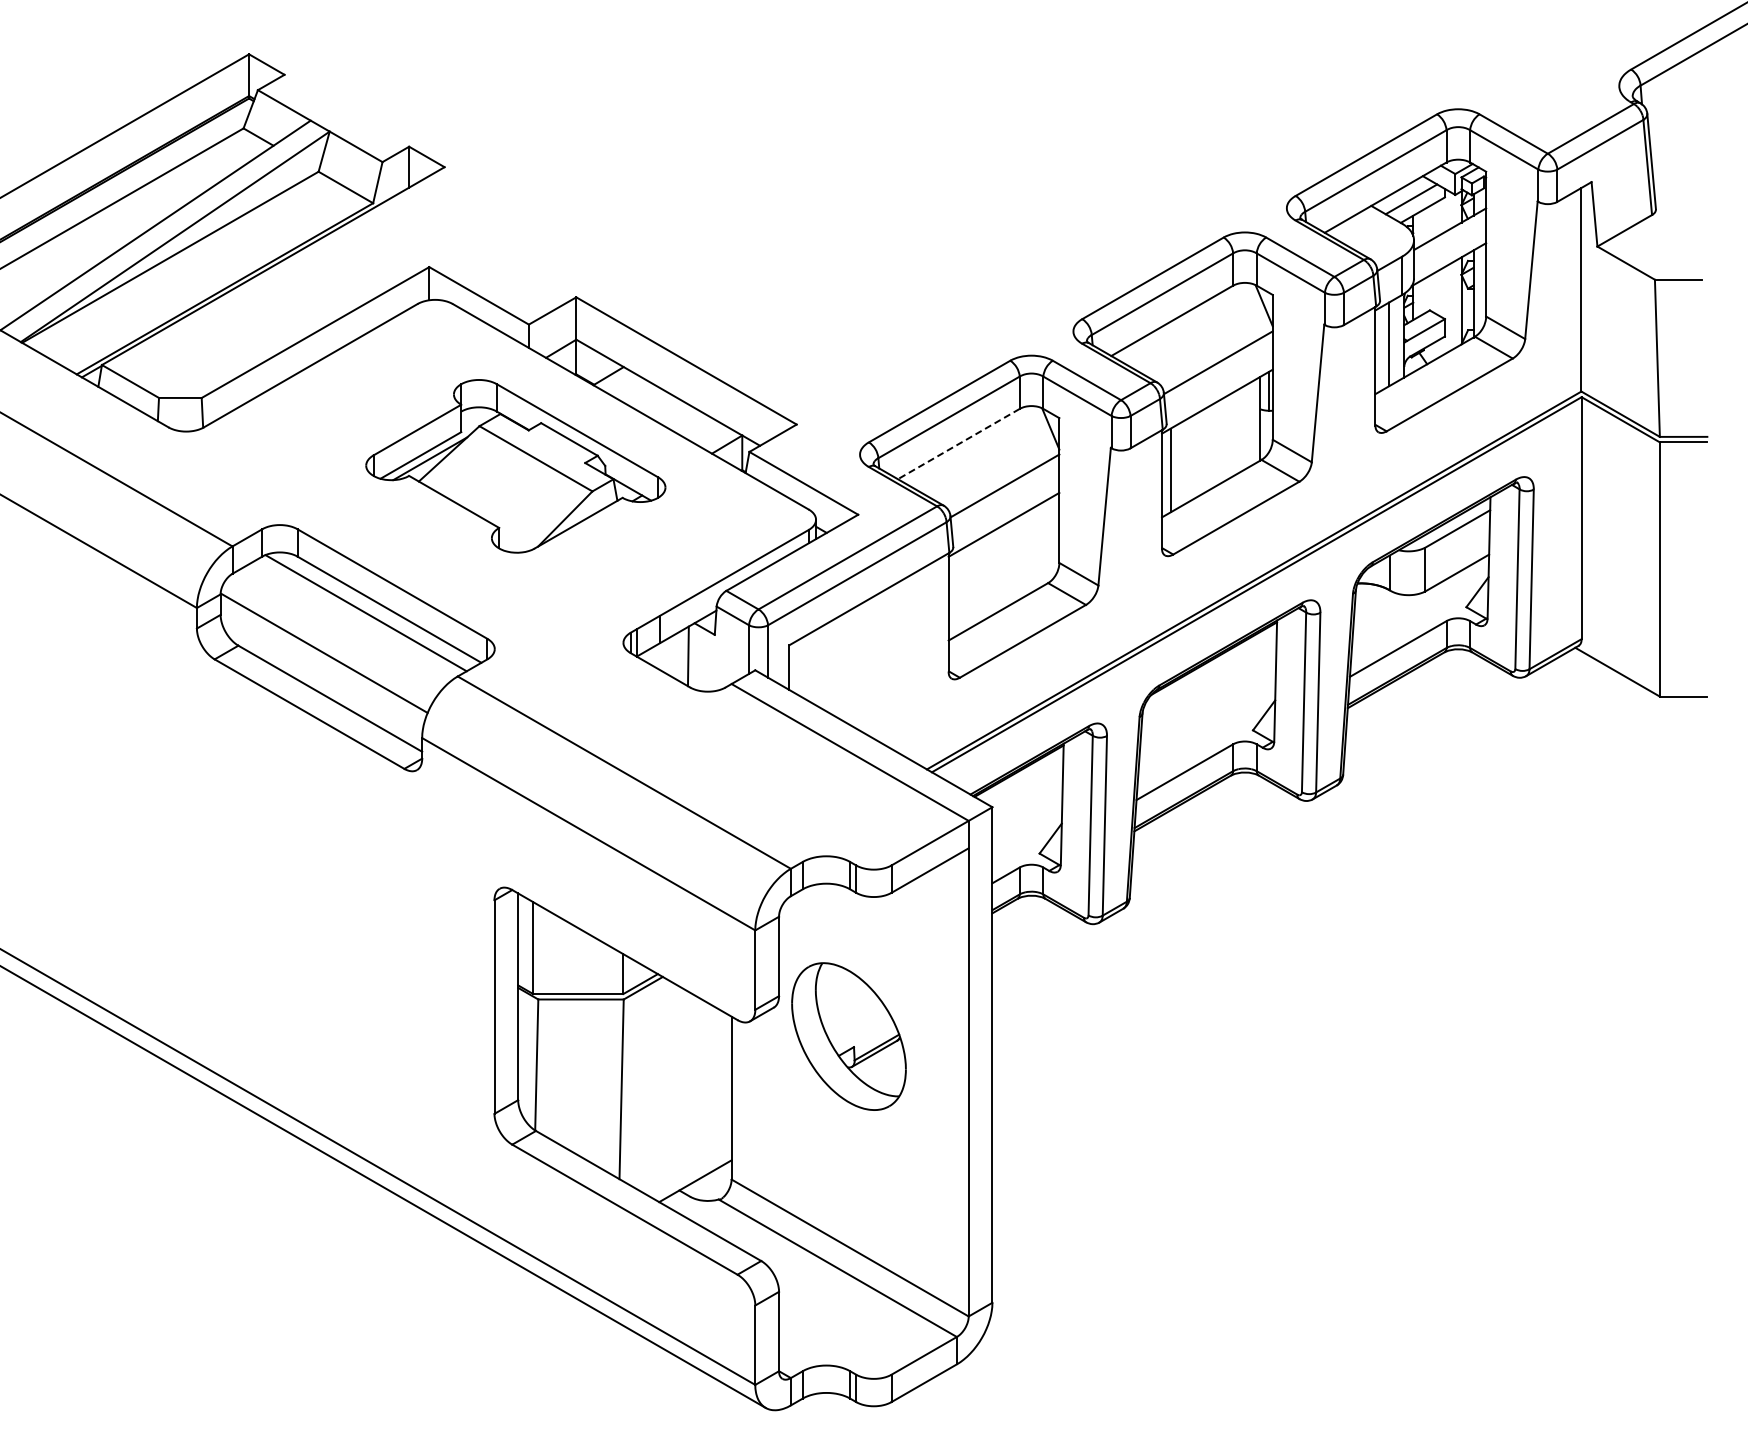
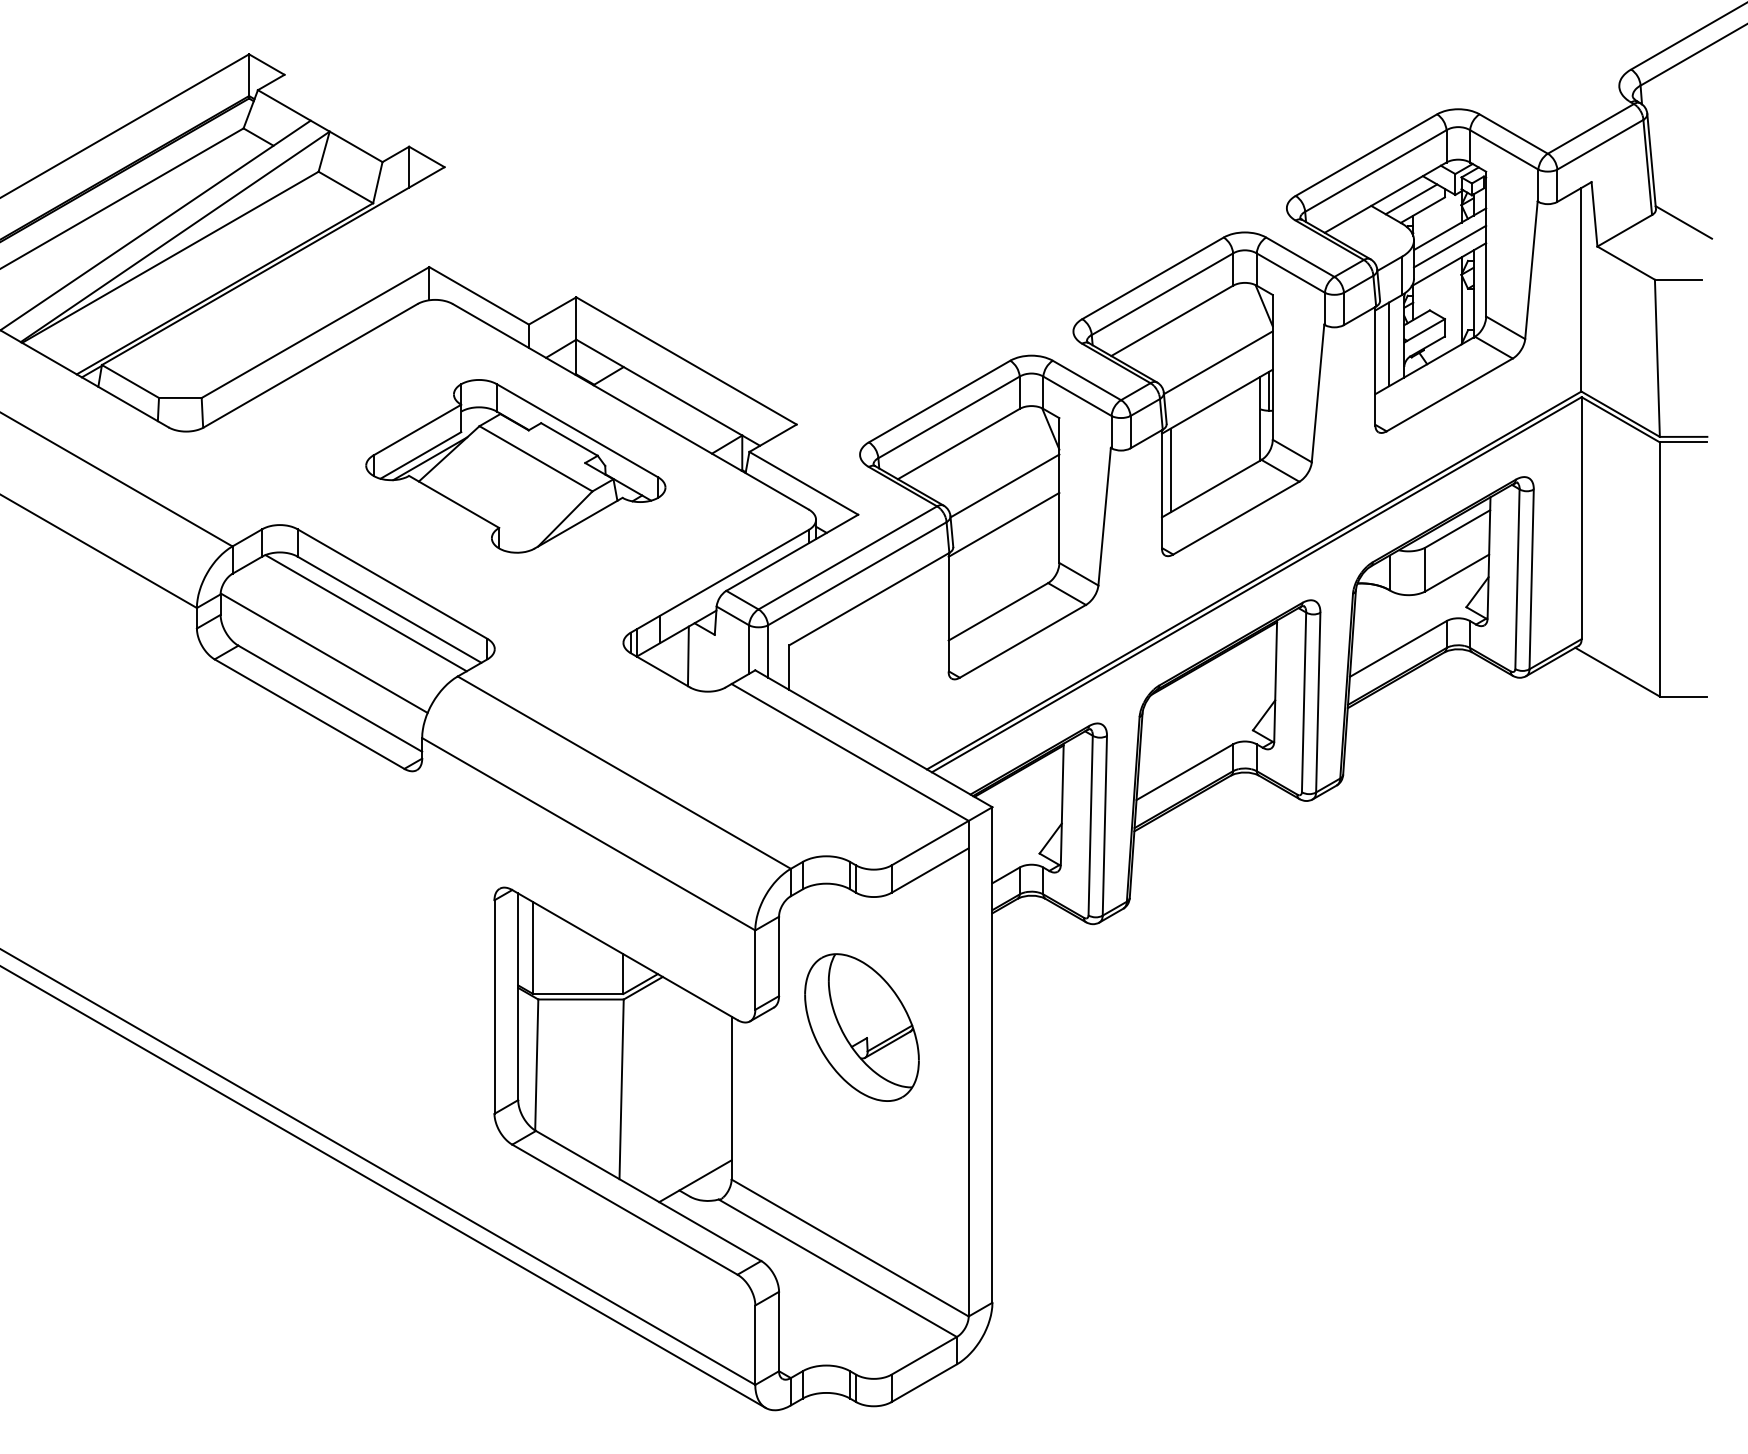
line at (1683, 222): none -> present
line at (1450, 246): none -> present
line at (958, 444): dashed -> solid
part at (848, 1036) position: (848, 1036) -> (861, 1027)
